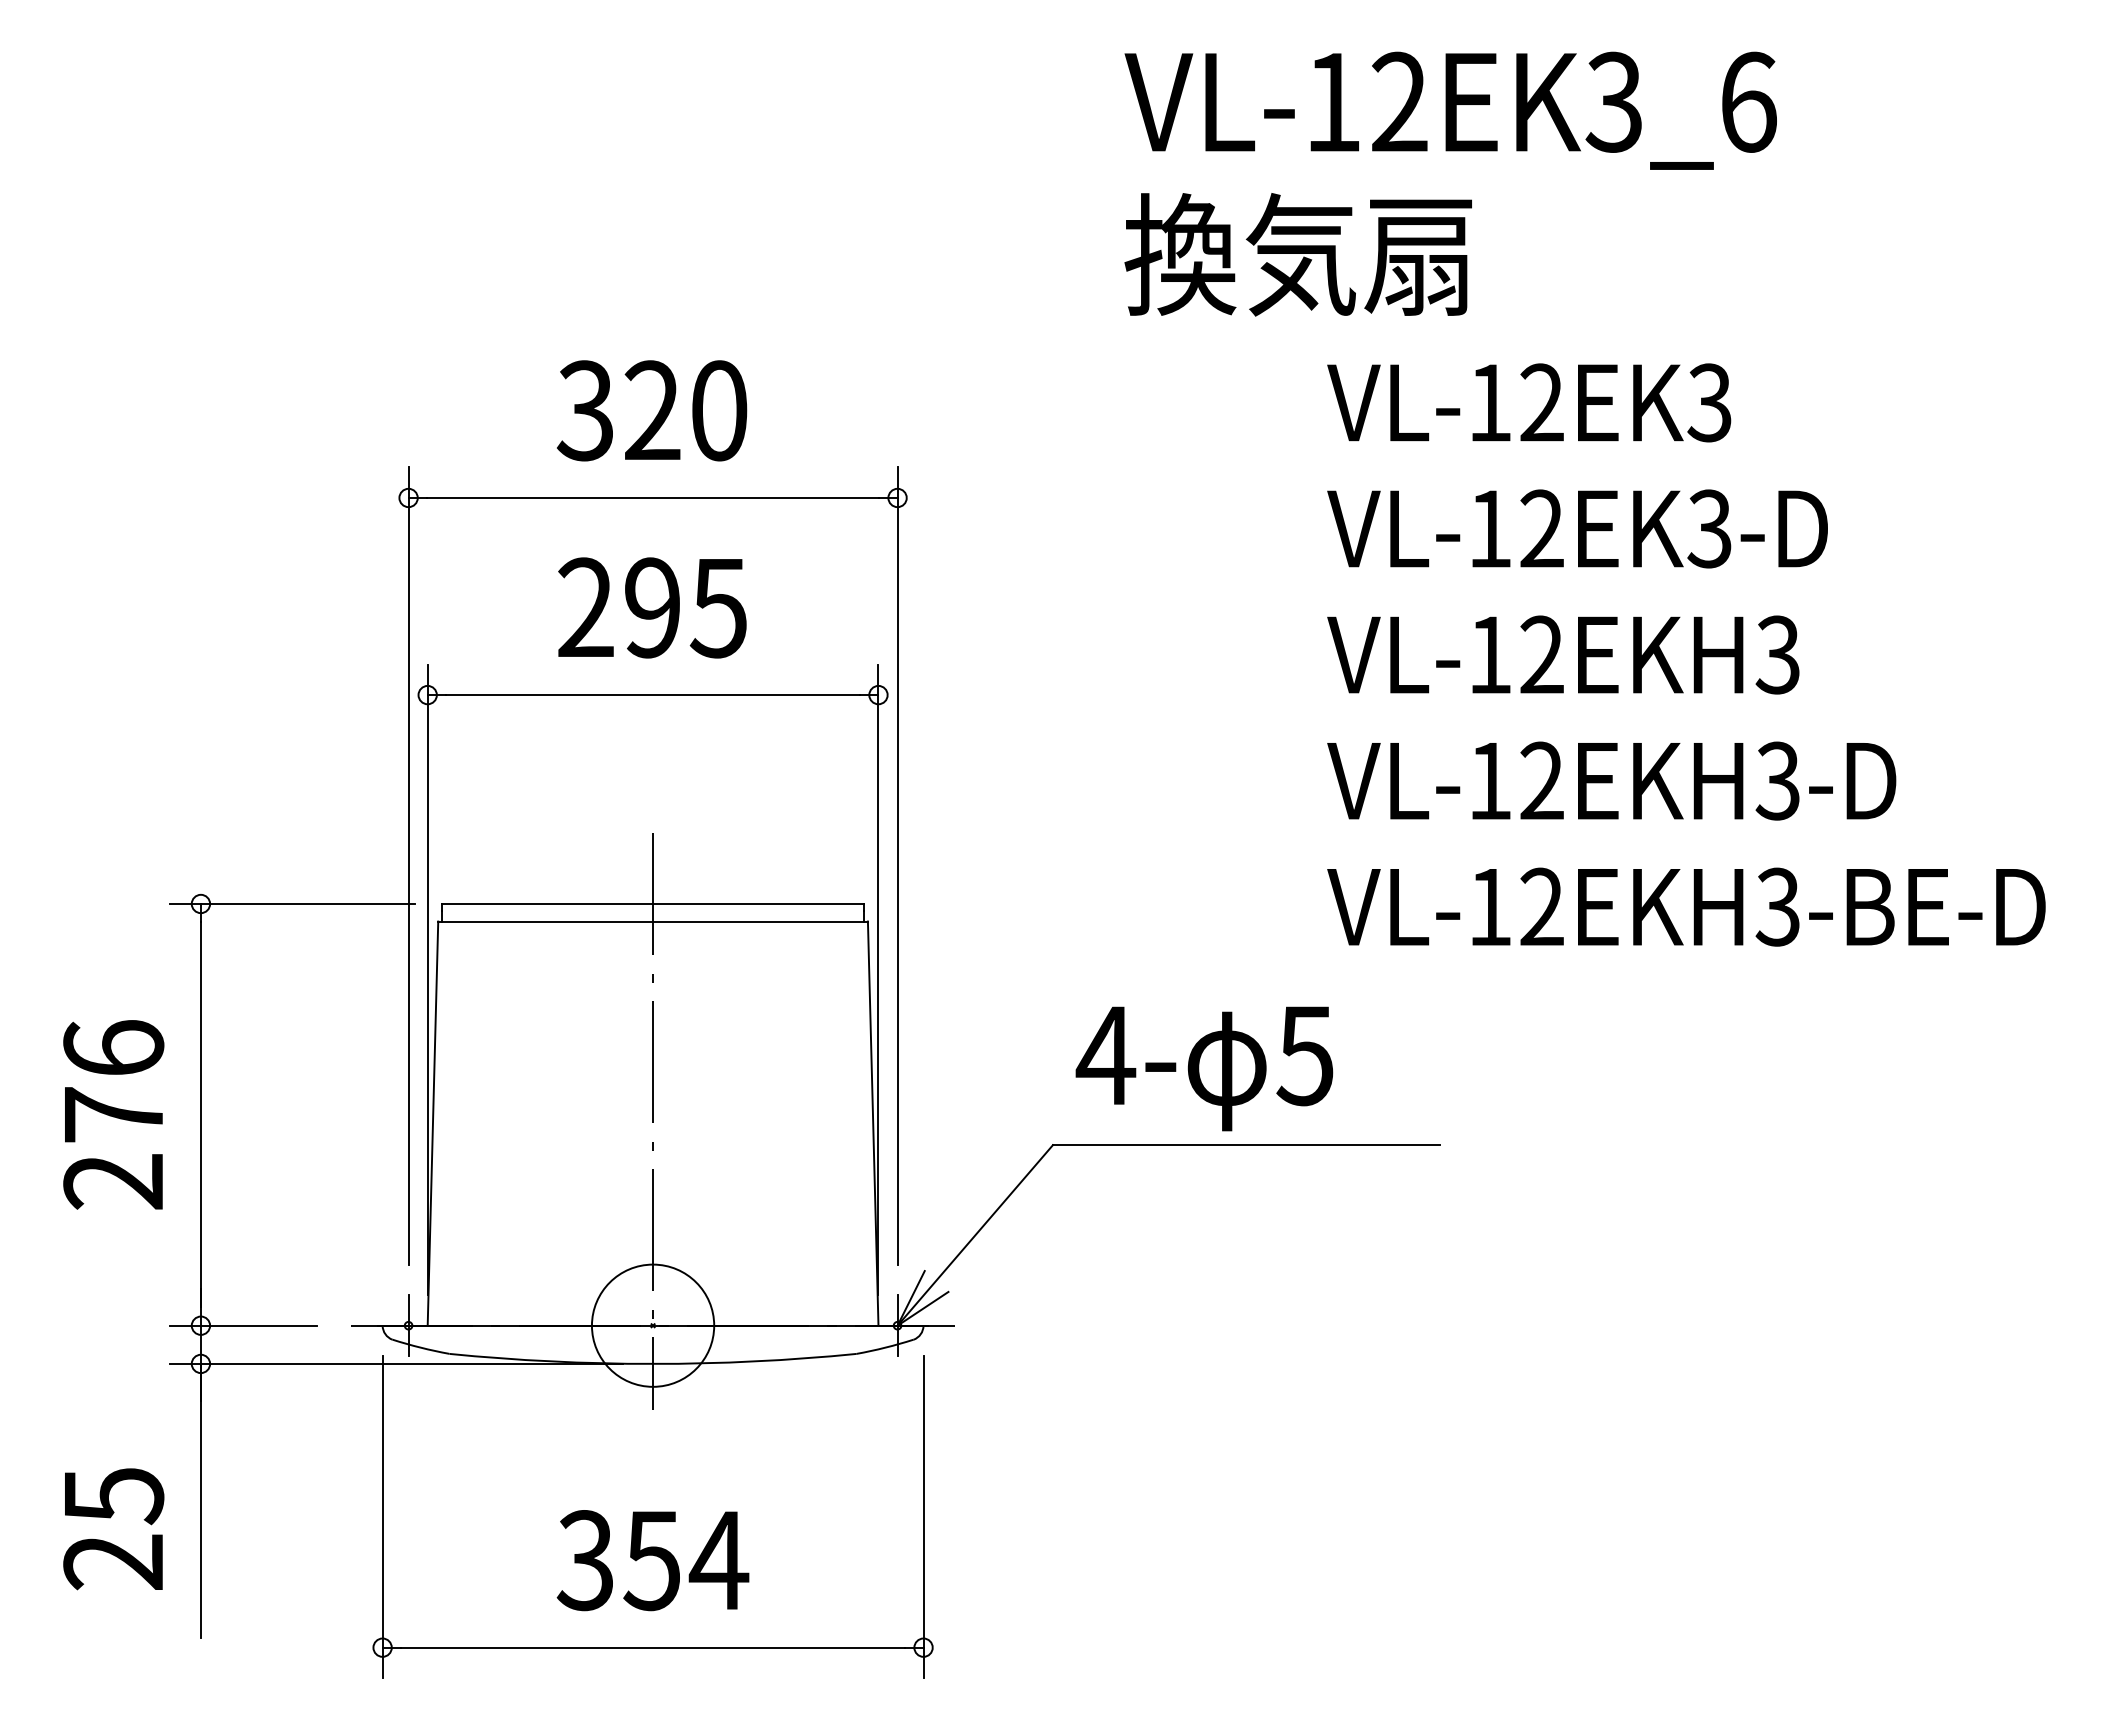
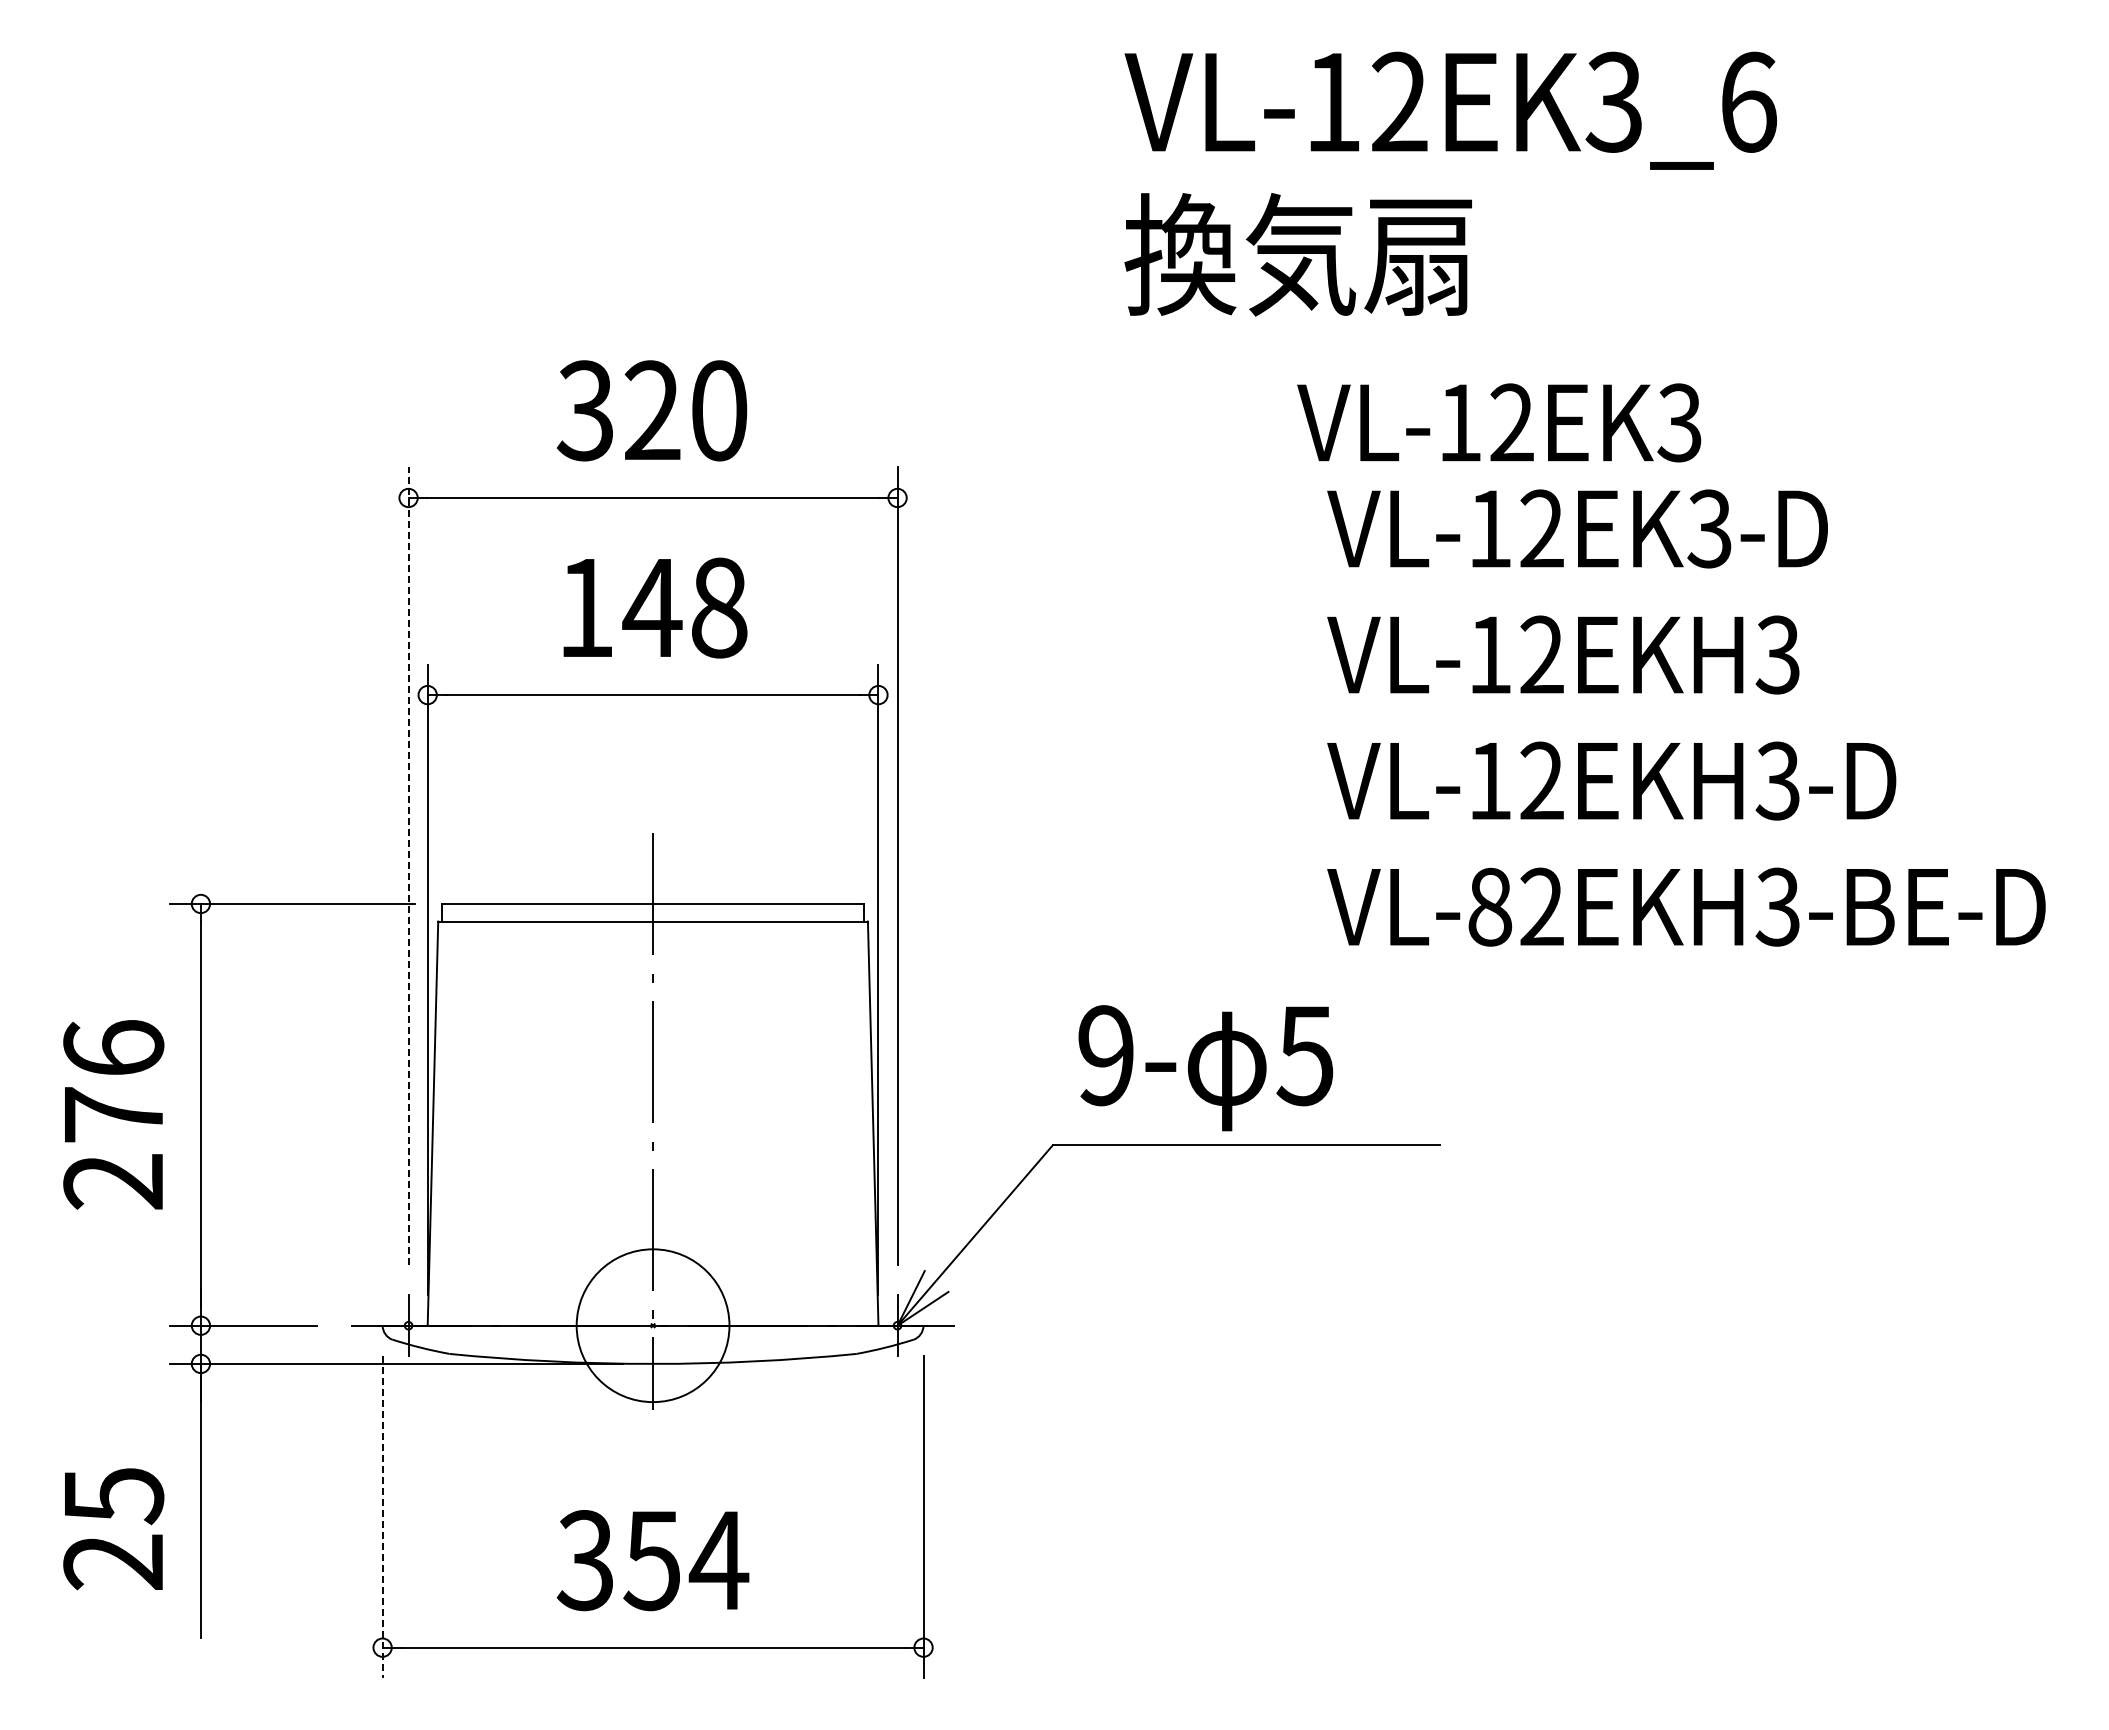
text at (1529, 402) position: (1529, 402) -> (1499, 422)
text at (652, 607): 295 -> 148
line at (408, 866): solid -> dashed
text at (1490, 906): VL-12EKH3-BE-D -> VL-82EKH3-BE-D
text at (1105, 1055): 4- -> 9-
circle at (652, 1325) diameter: 122 px -> 153 px
line at (382, 1517): solid -> dashed
